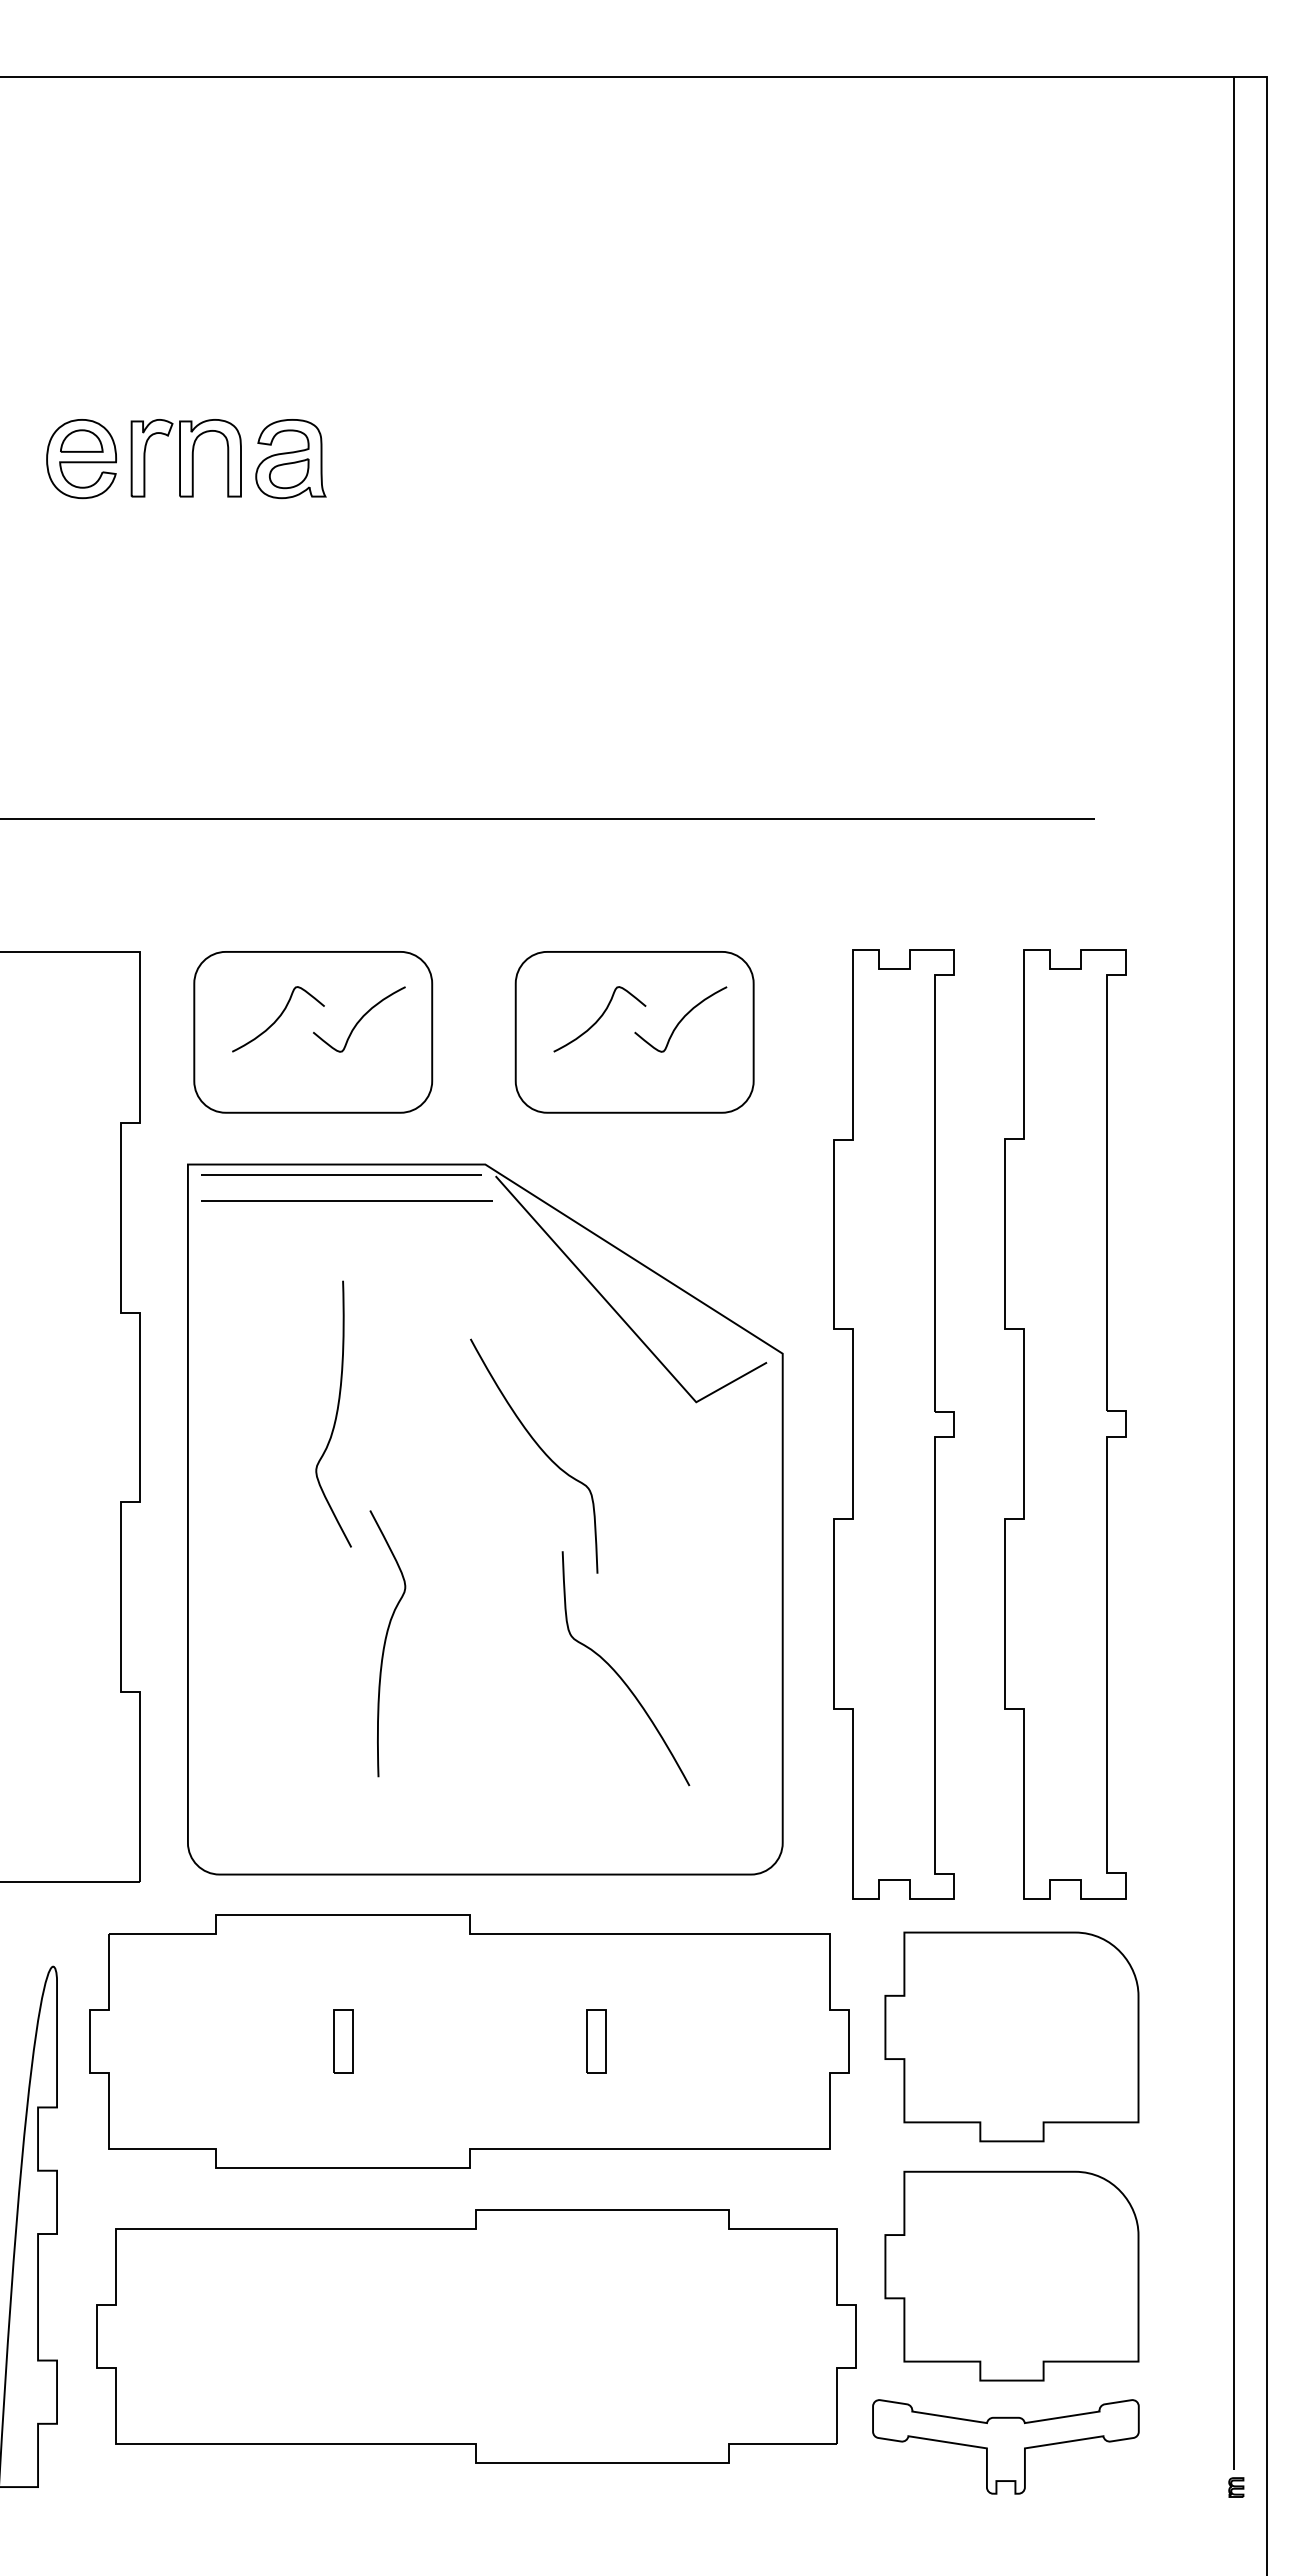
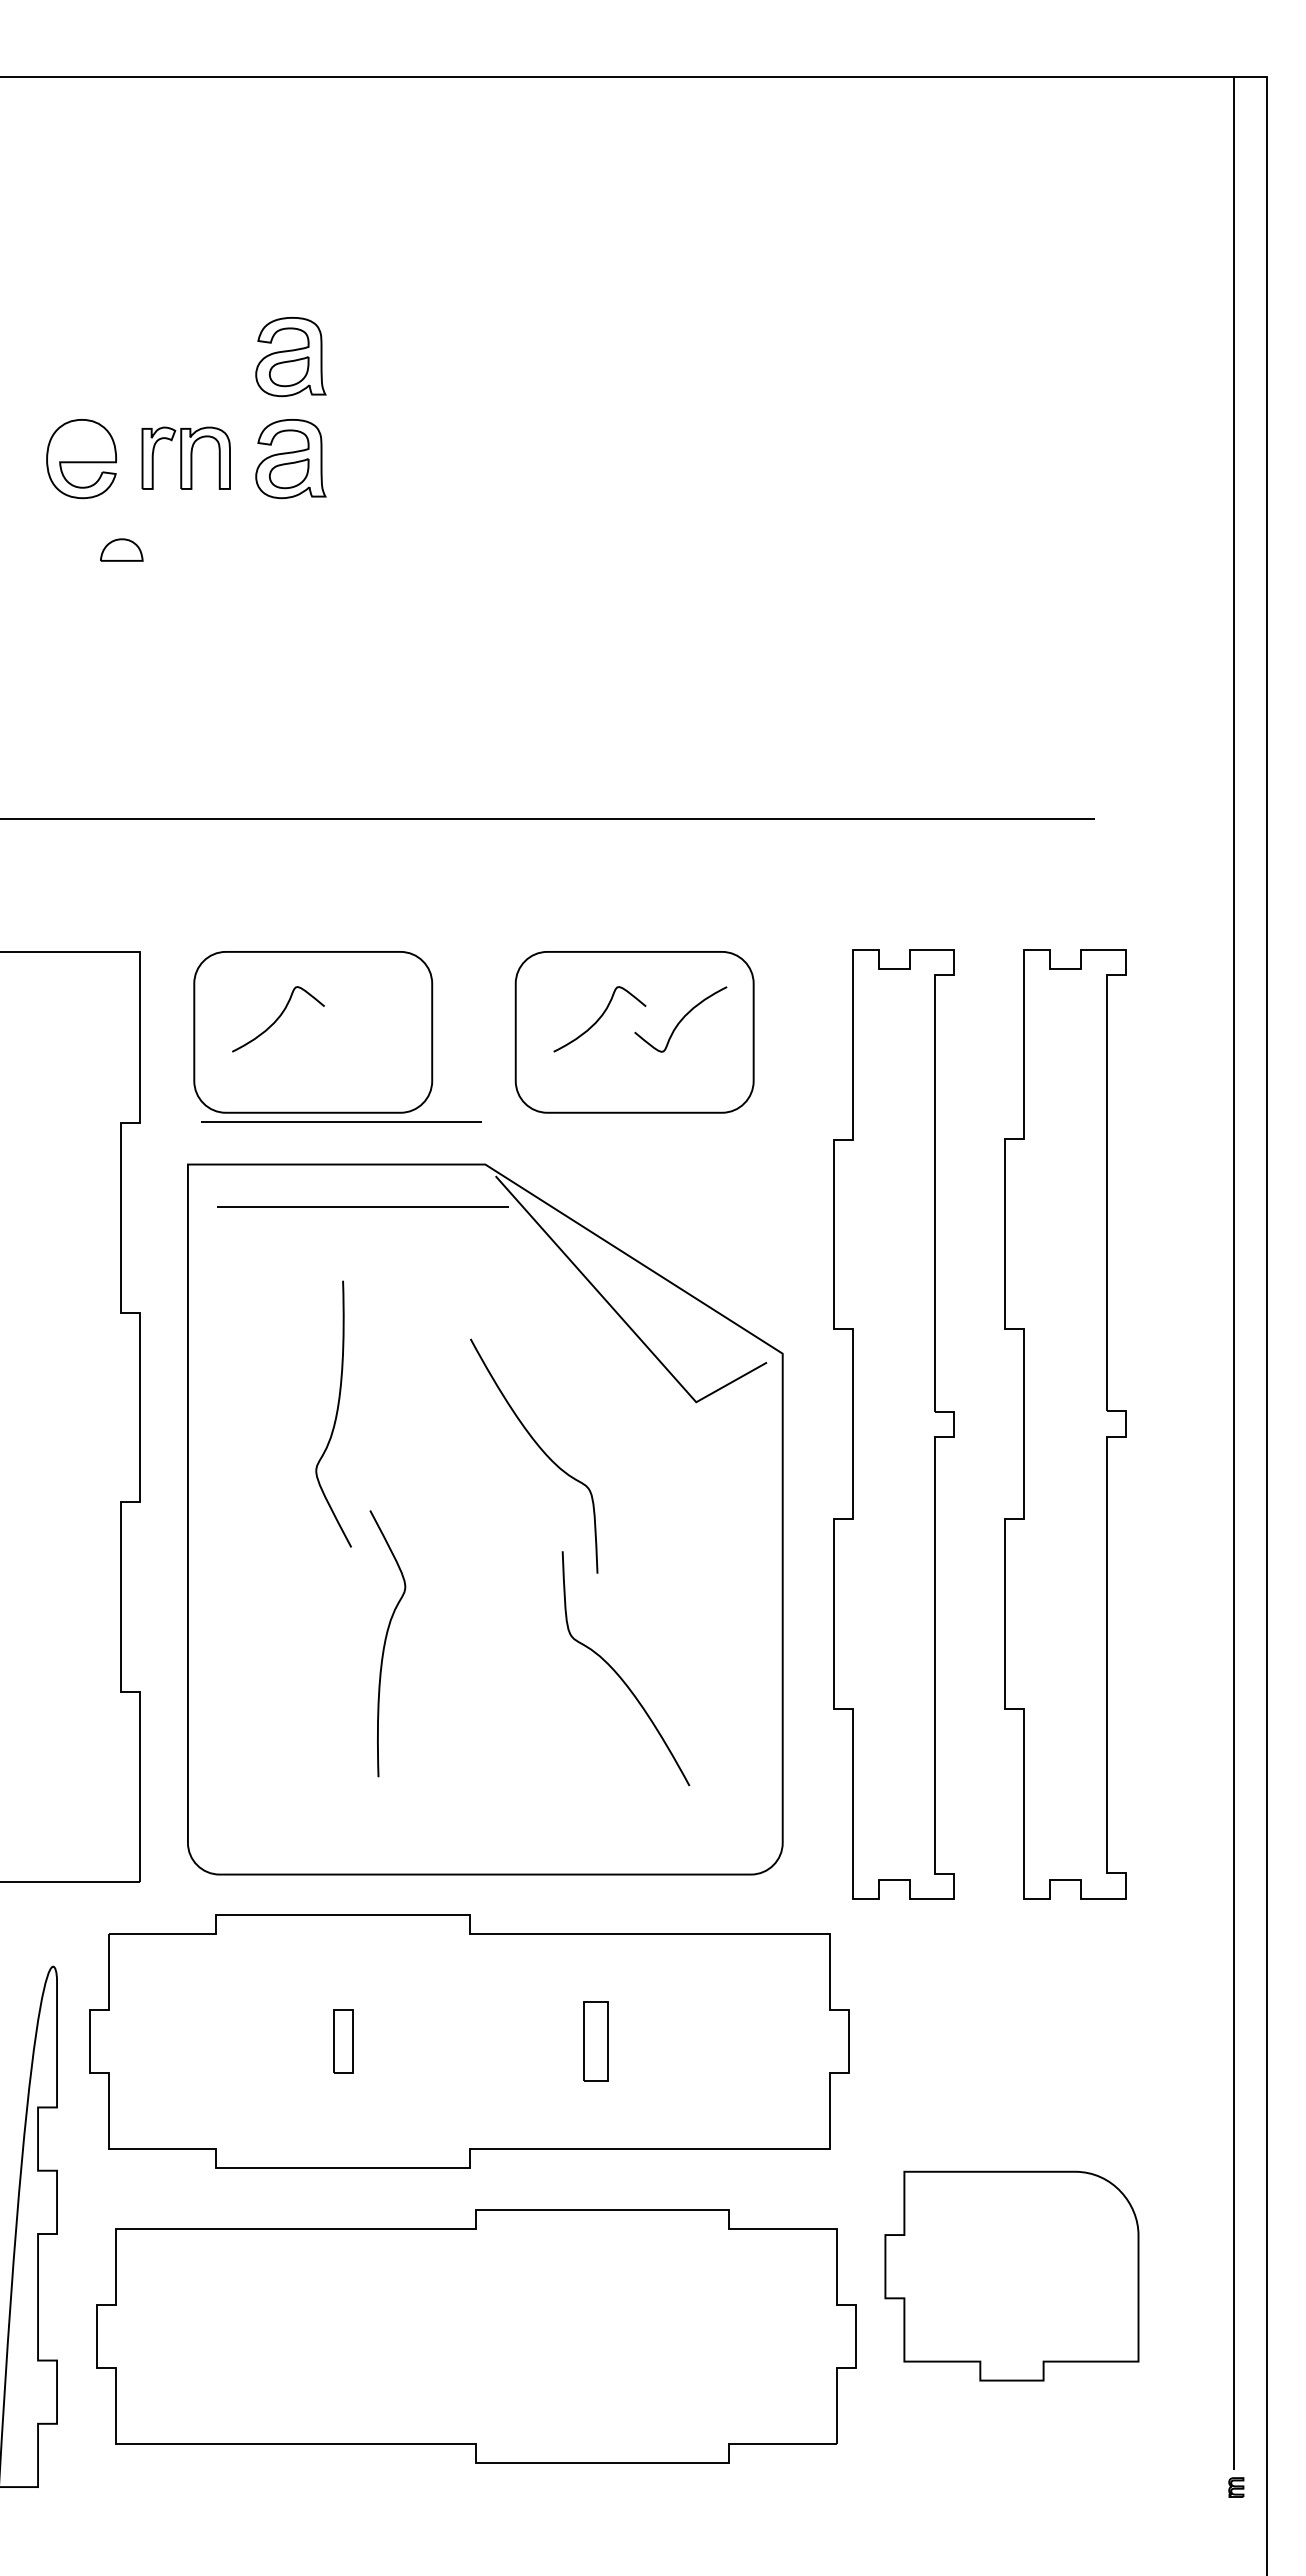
part at (290, 357): none -> present
part at (81, 440) position: (81, 440) -> (121, 549)
part at (185, 458) size: 112x79 px -> 90x64 px
curve at (359, 1019): present -> none
line at (341, 1174) position: (341, 1174) -> (341, 1121)
line at (346, 1200) position: (346, 1200) -> (362, 1206)
part at (1011, 2036): present -> none
part at (596, 2041) size: 21x65 px -> 26x81 px
part at (1005, 2446): present -> none
